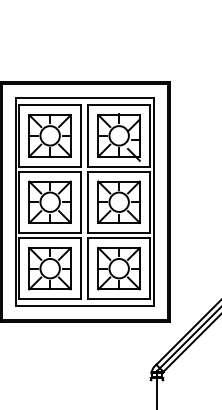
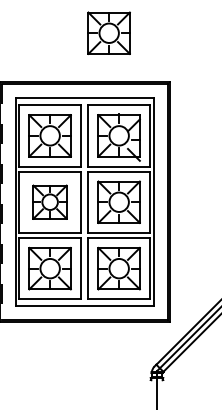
part at (108, 32): none -> present
part at (49, 201) size: 44x44 px -> 36x36 px
line at (1, 202): solid -> dashed
